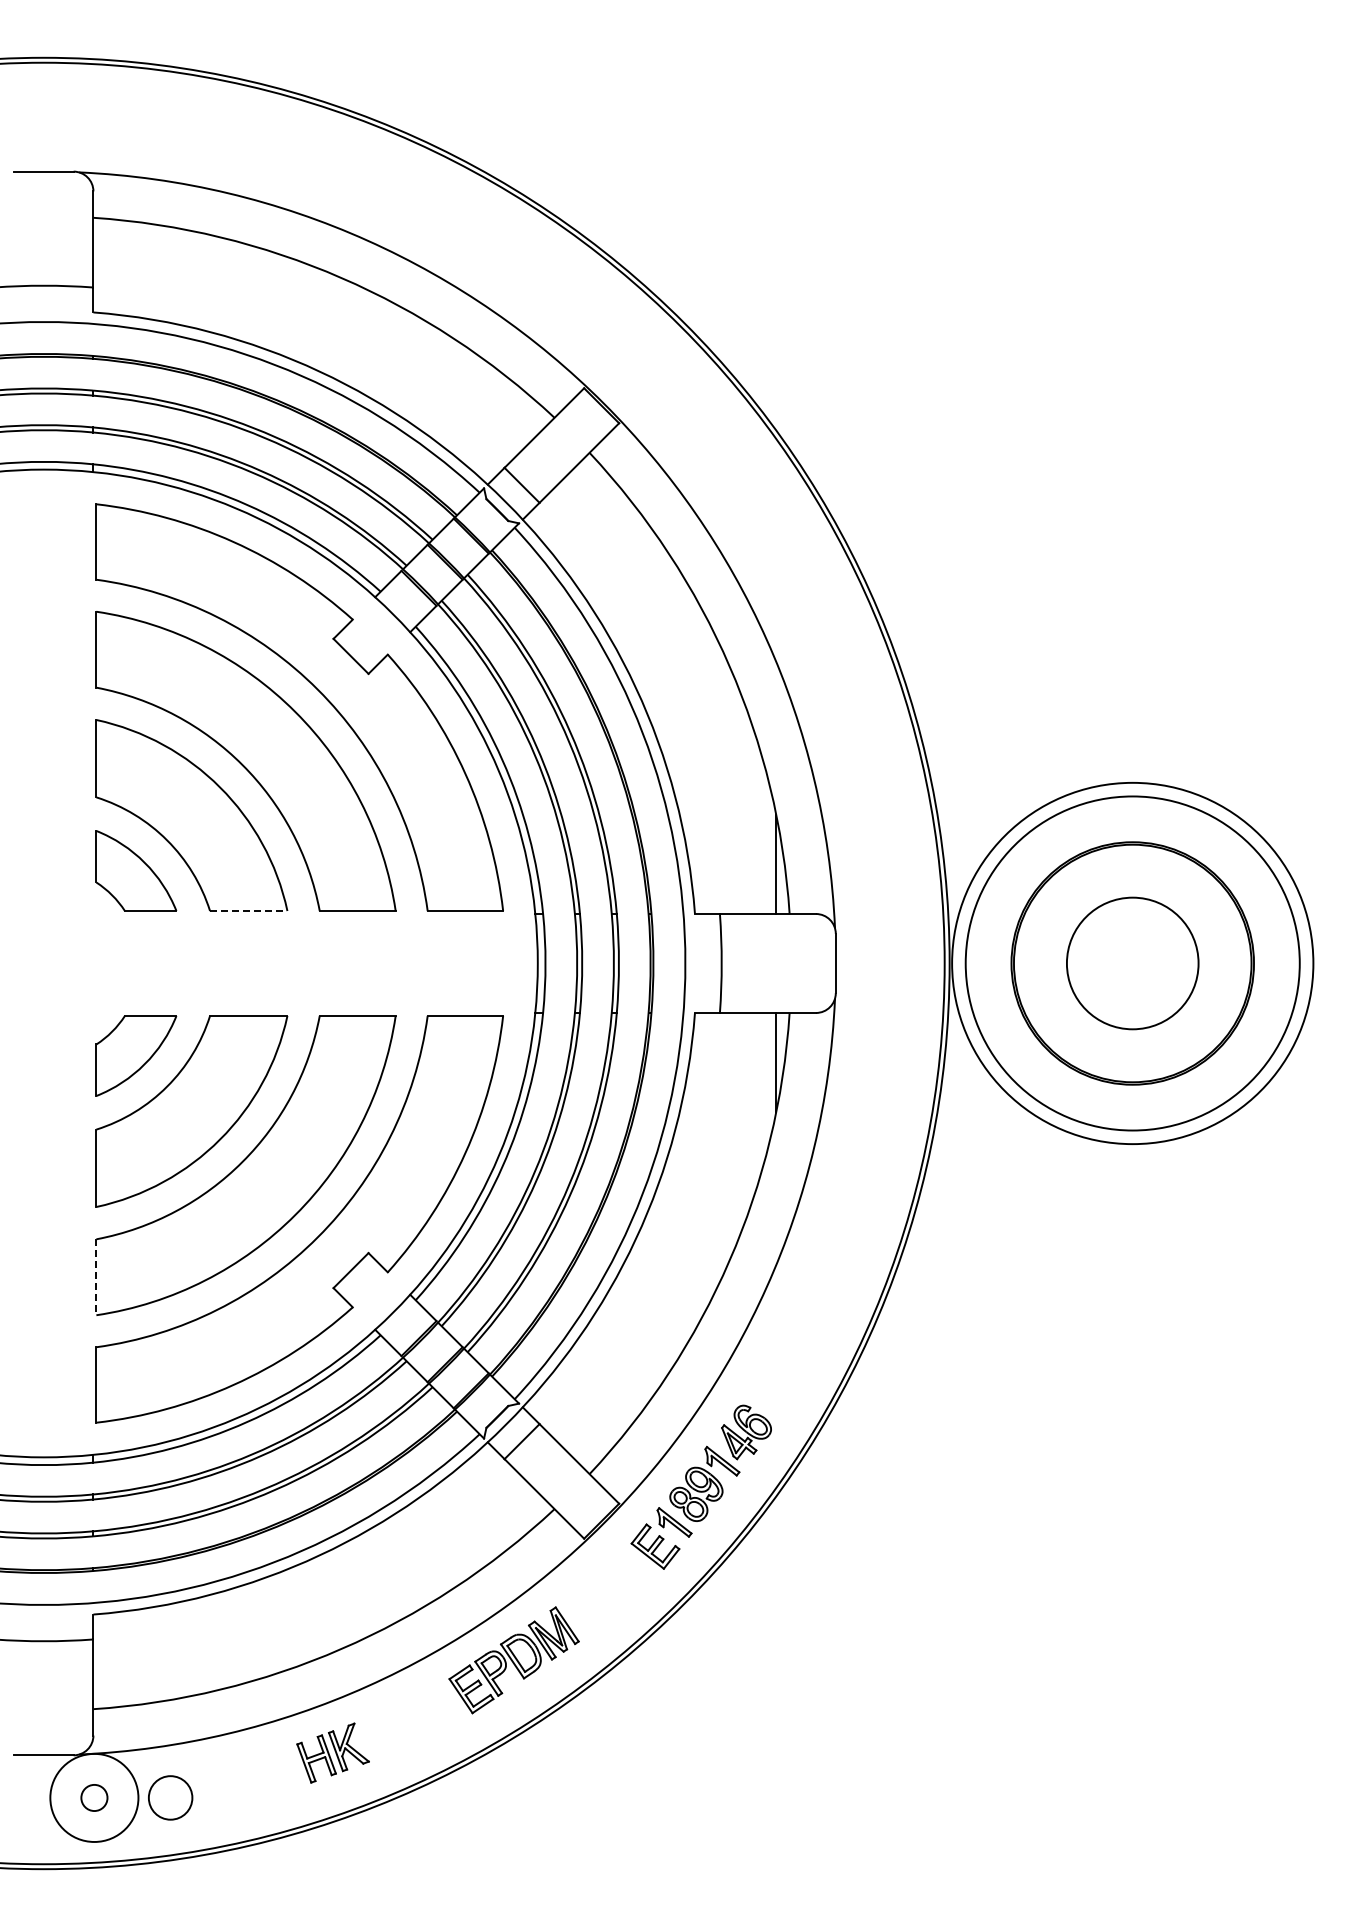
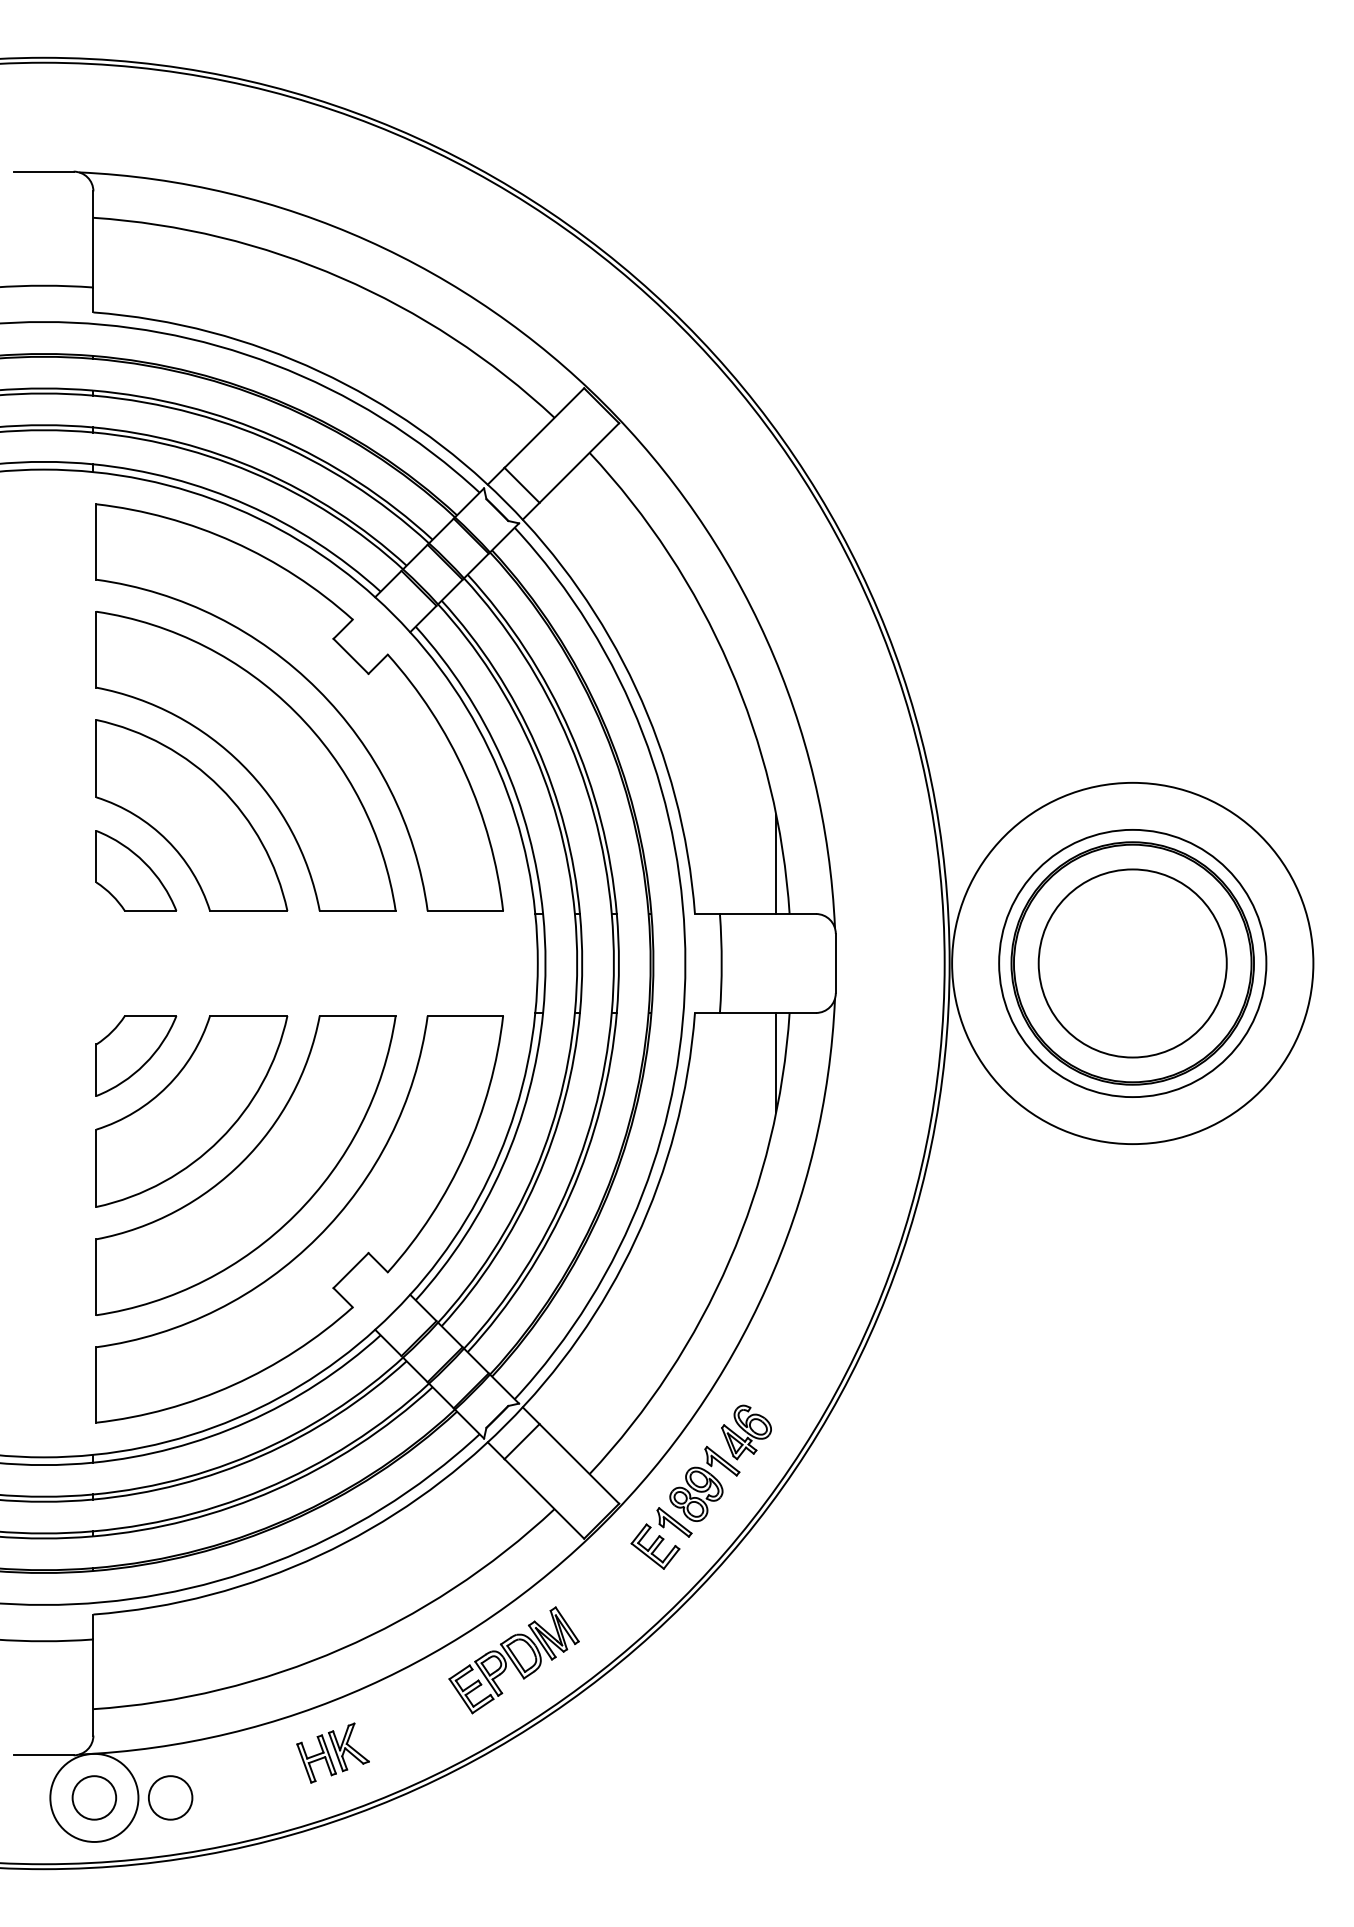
line at (248, 911): dashed -> solid
circle at (1132, 963) diameter: 132 px -> 188 px
circle at (1132, 963) diameter: 334 px -> 267 px
line at (96, 1277): dashed -> solid
circle at (94, 1797) size: 29x28 px -> 47x46 px
